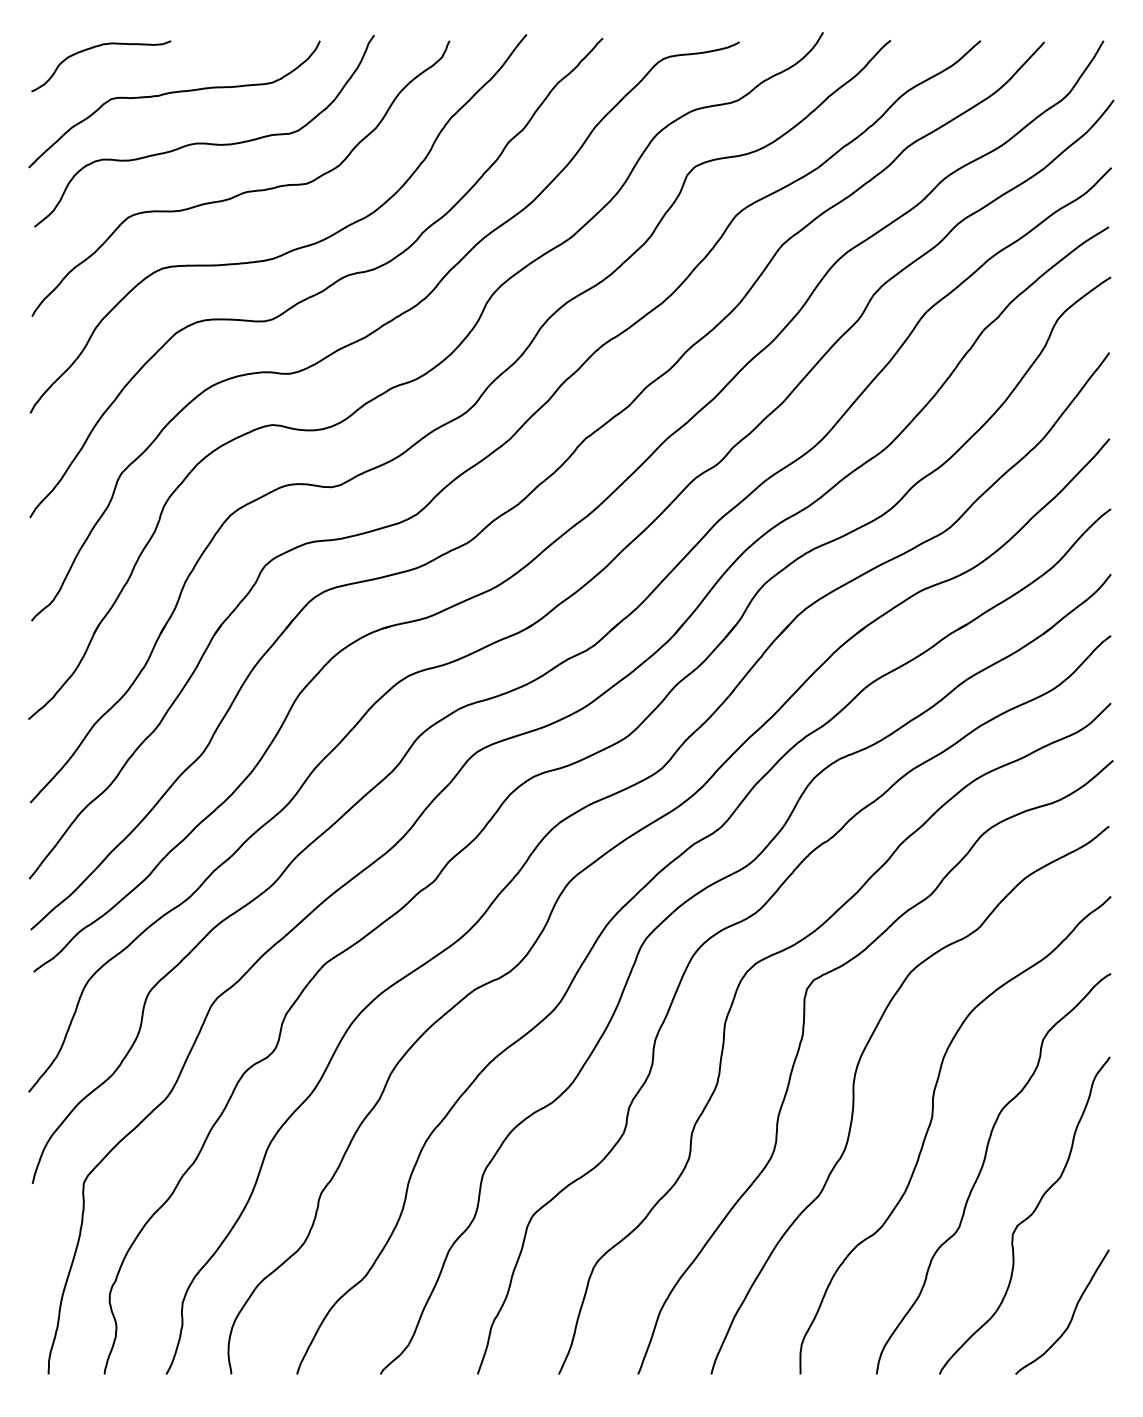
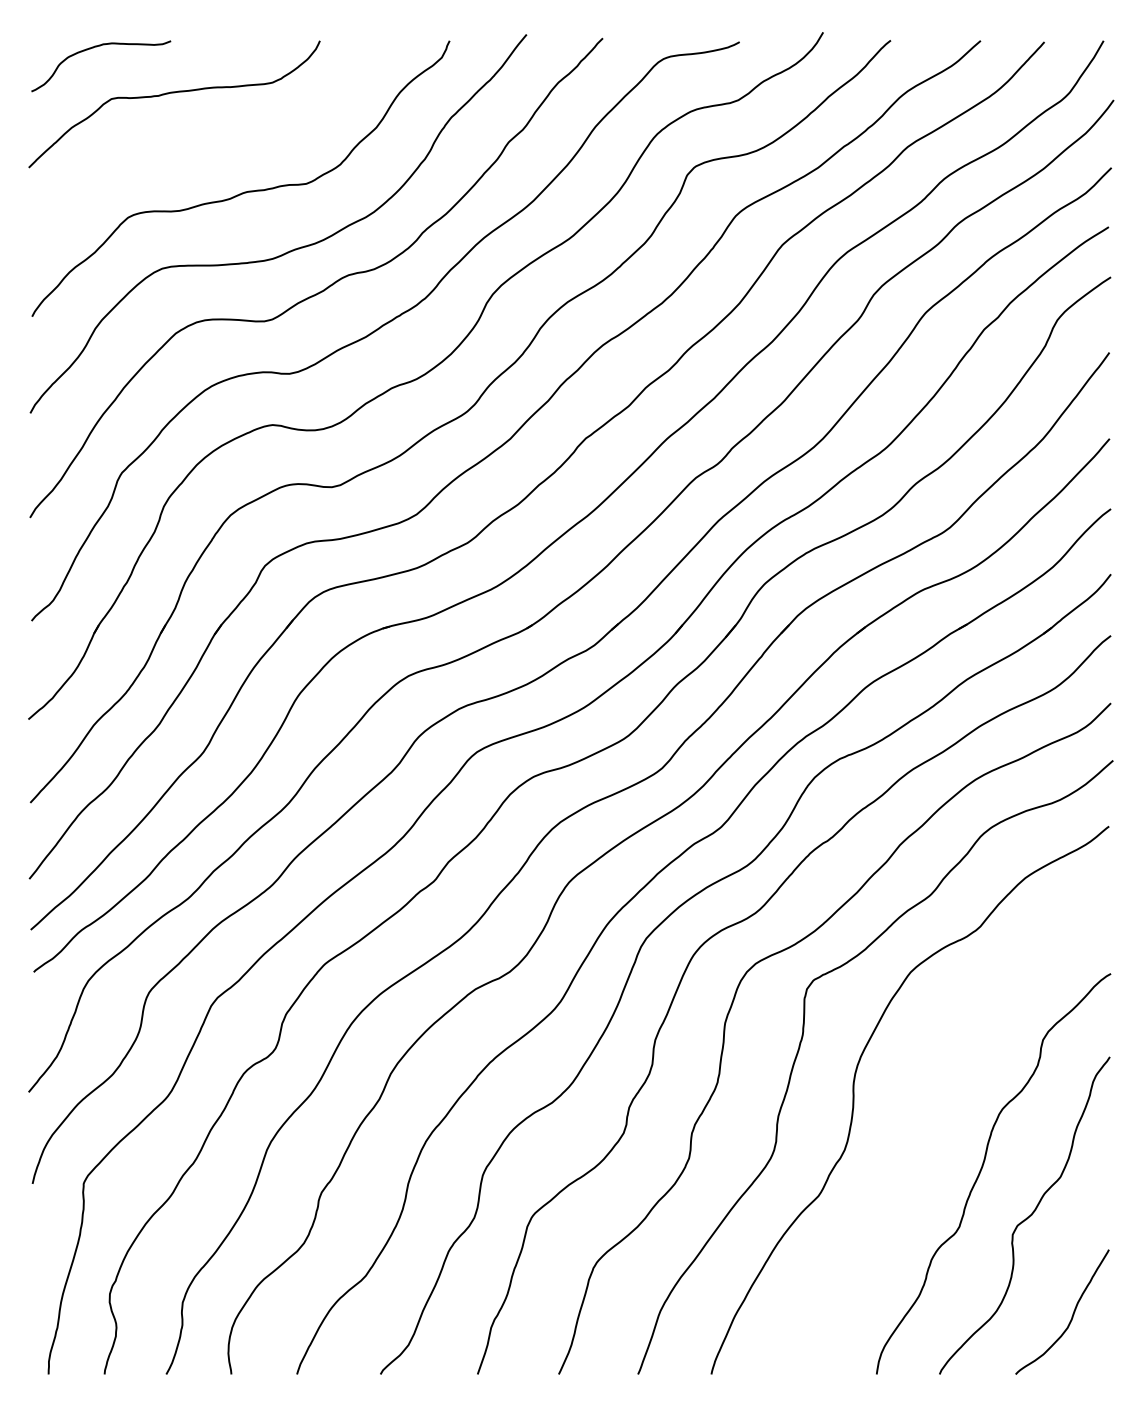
curve at (204, 142): present -> none
curve at (930, 1126): present -> none
